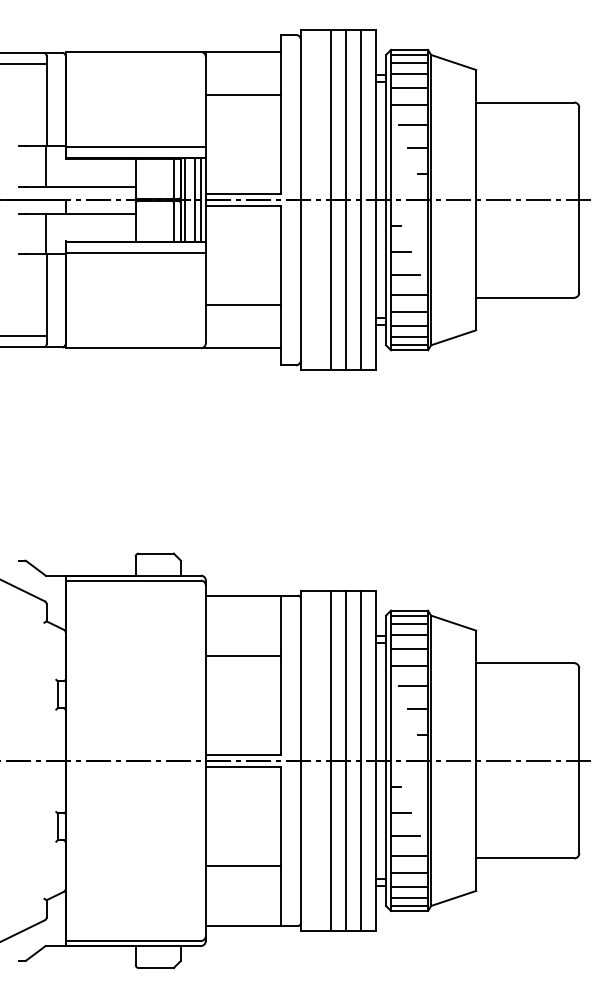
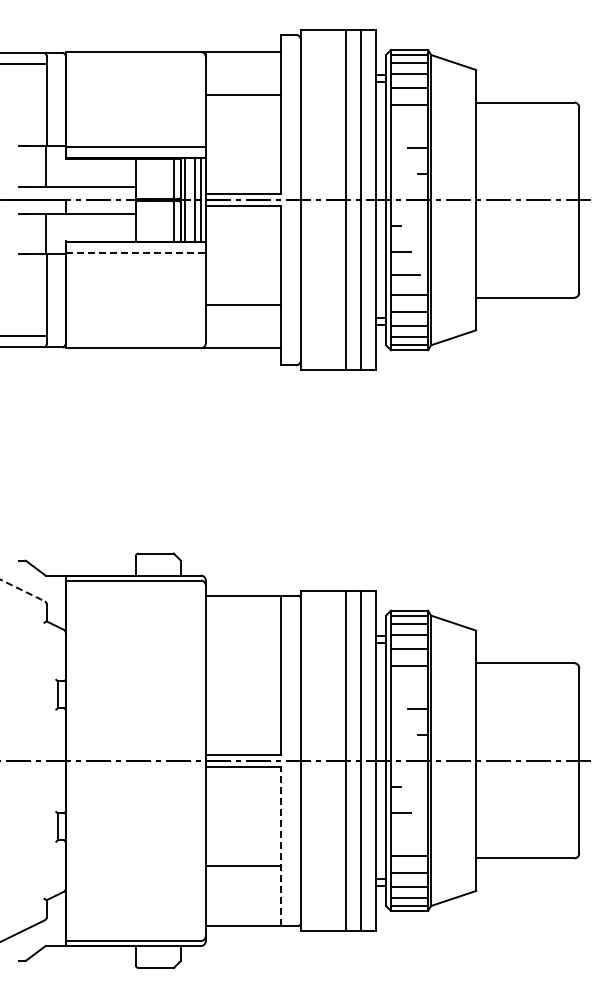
line at (413, 125): present -> none
line at (330, 199): present -> none
line at (136, 253): solid -> dashed
line at (22, 590): solid -> dashed
line at (242, 655): present -> none
line at (413, 685): present -> none
line at (330, 760): present -> none
line at (405, 835): present -> none
line at (280, 846): solid -> dashed
